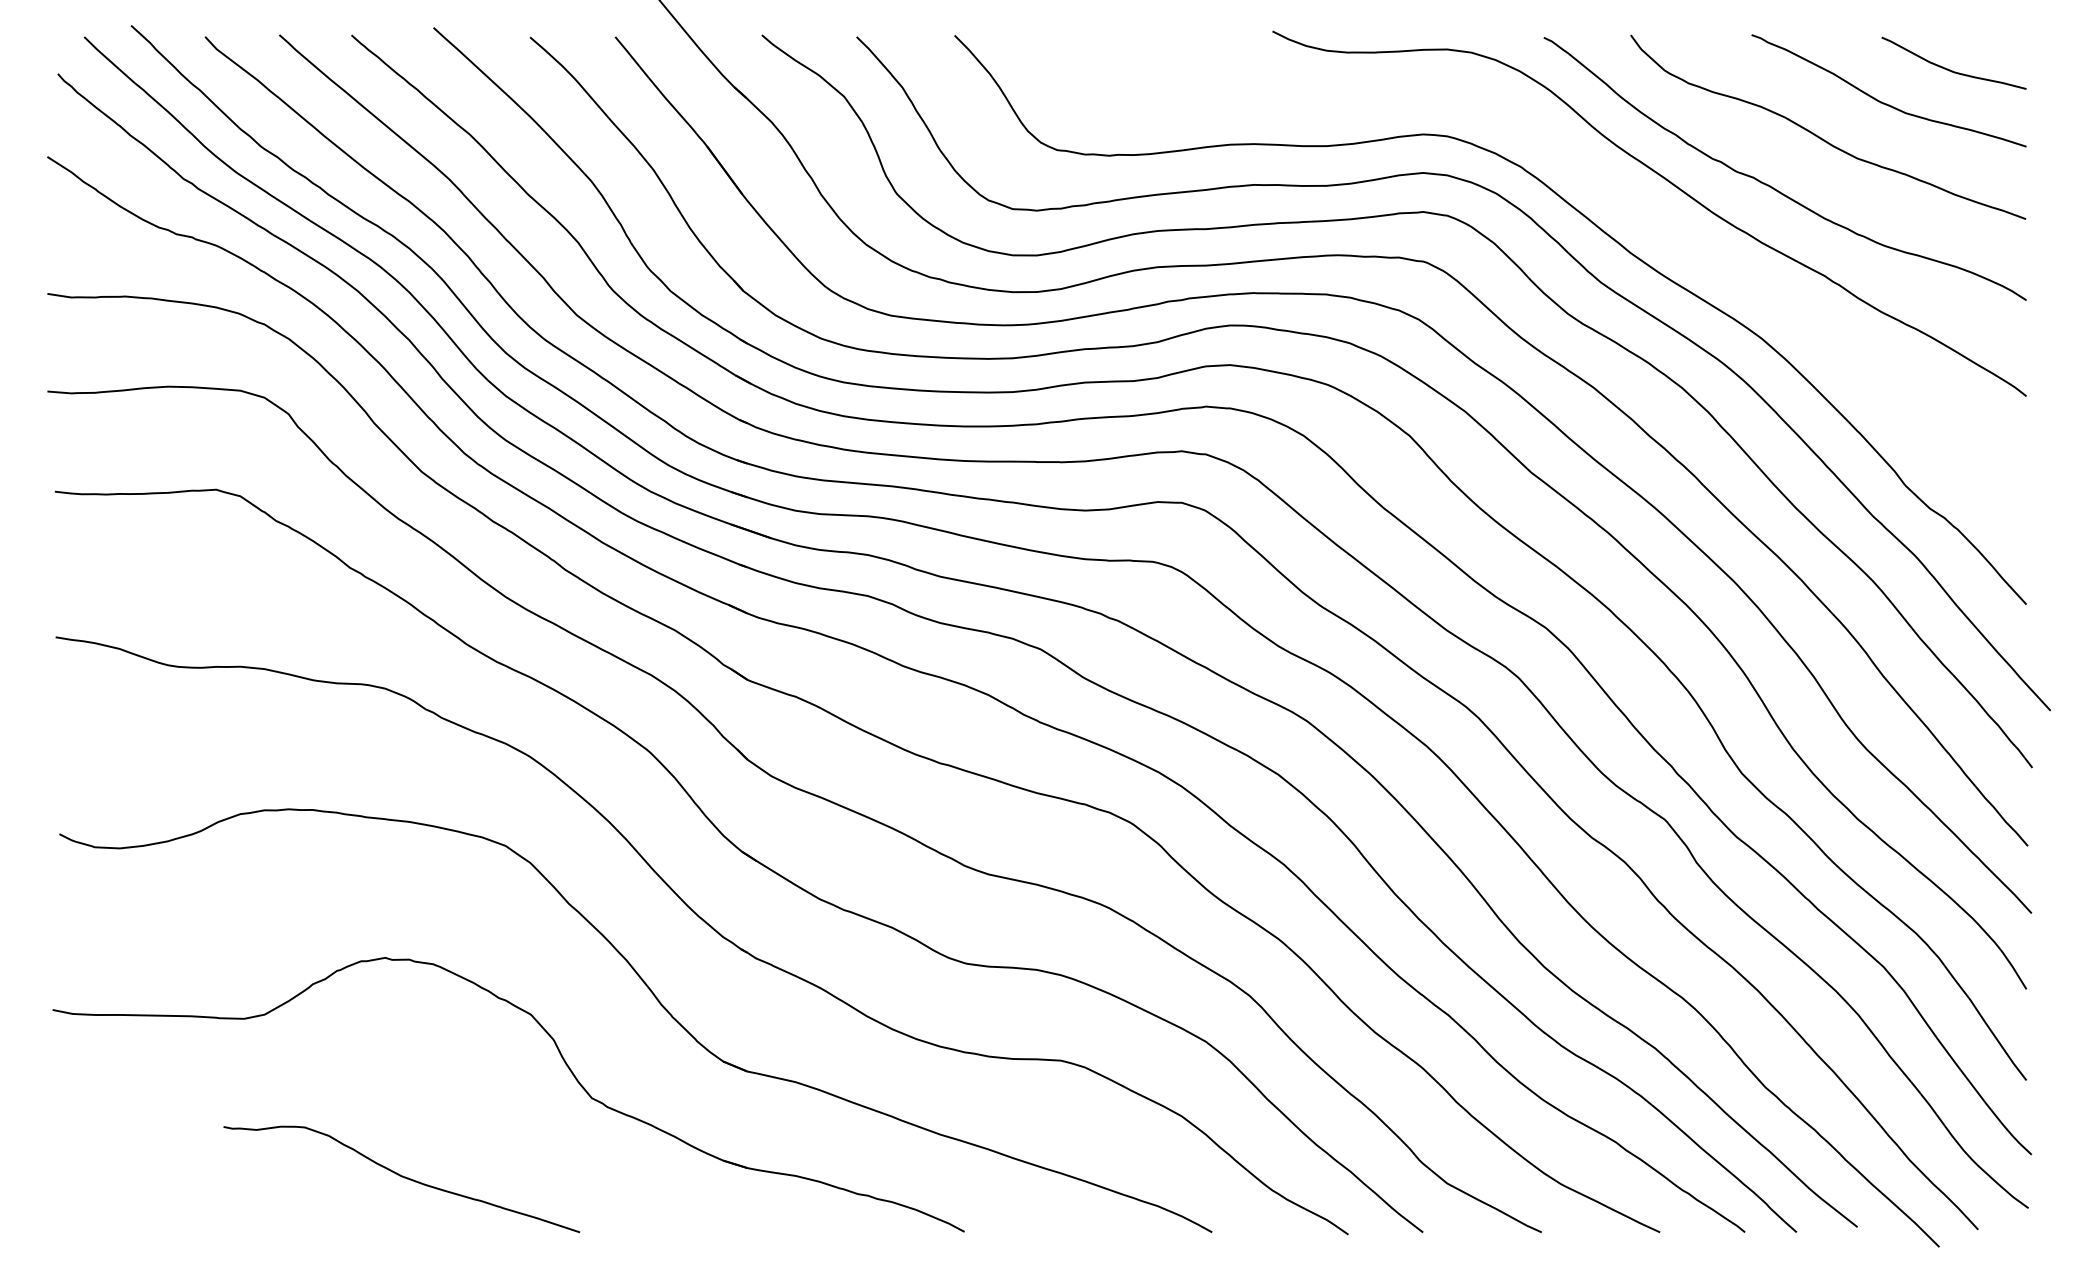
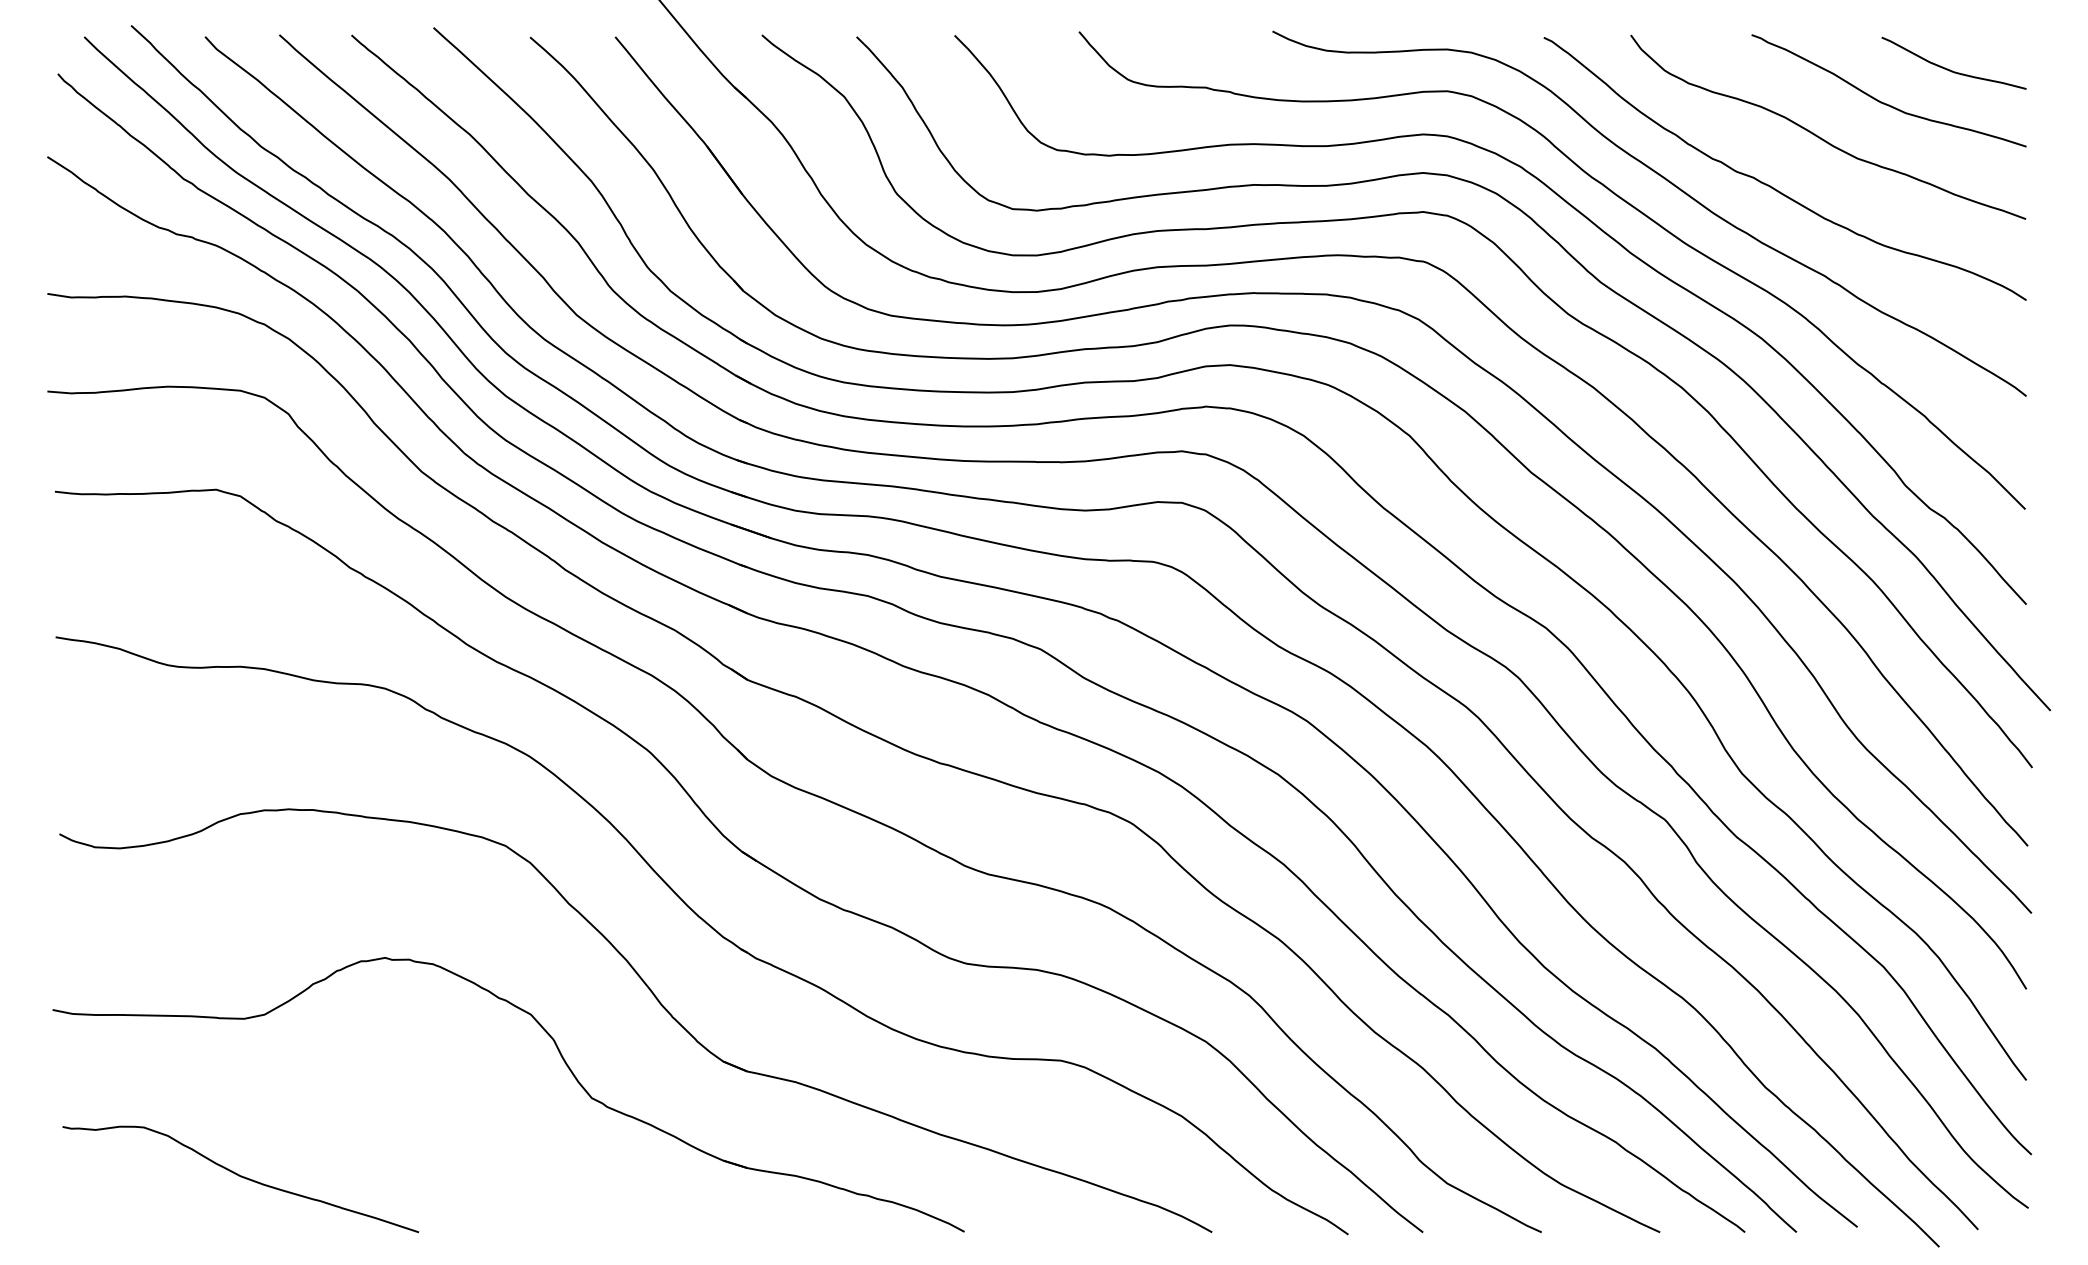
curve at (1608, 190): none -> present
curve at (401, 1177) position: (401, 1177) -> (240, 1177)
